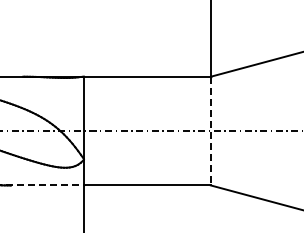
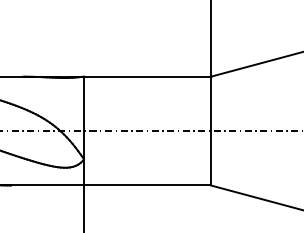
line at (210, 131): dashed -> solid
line at (42, 185): dashed -> solid
